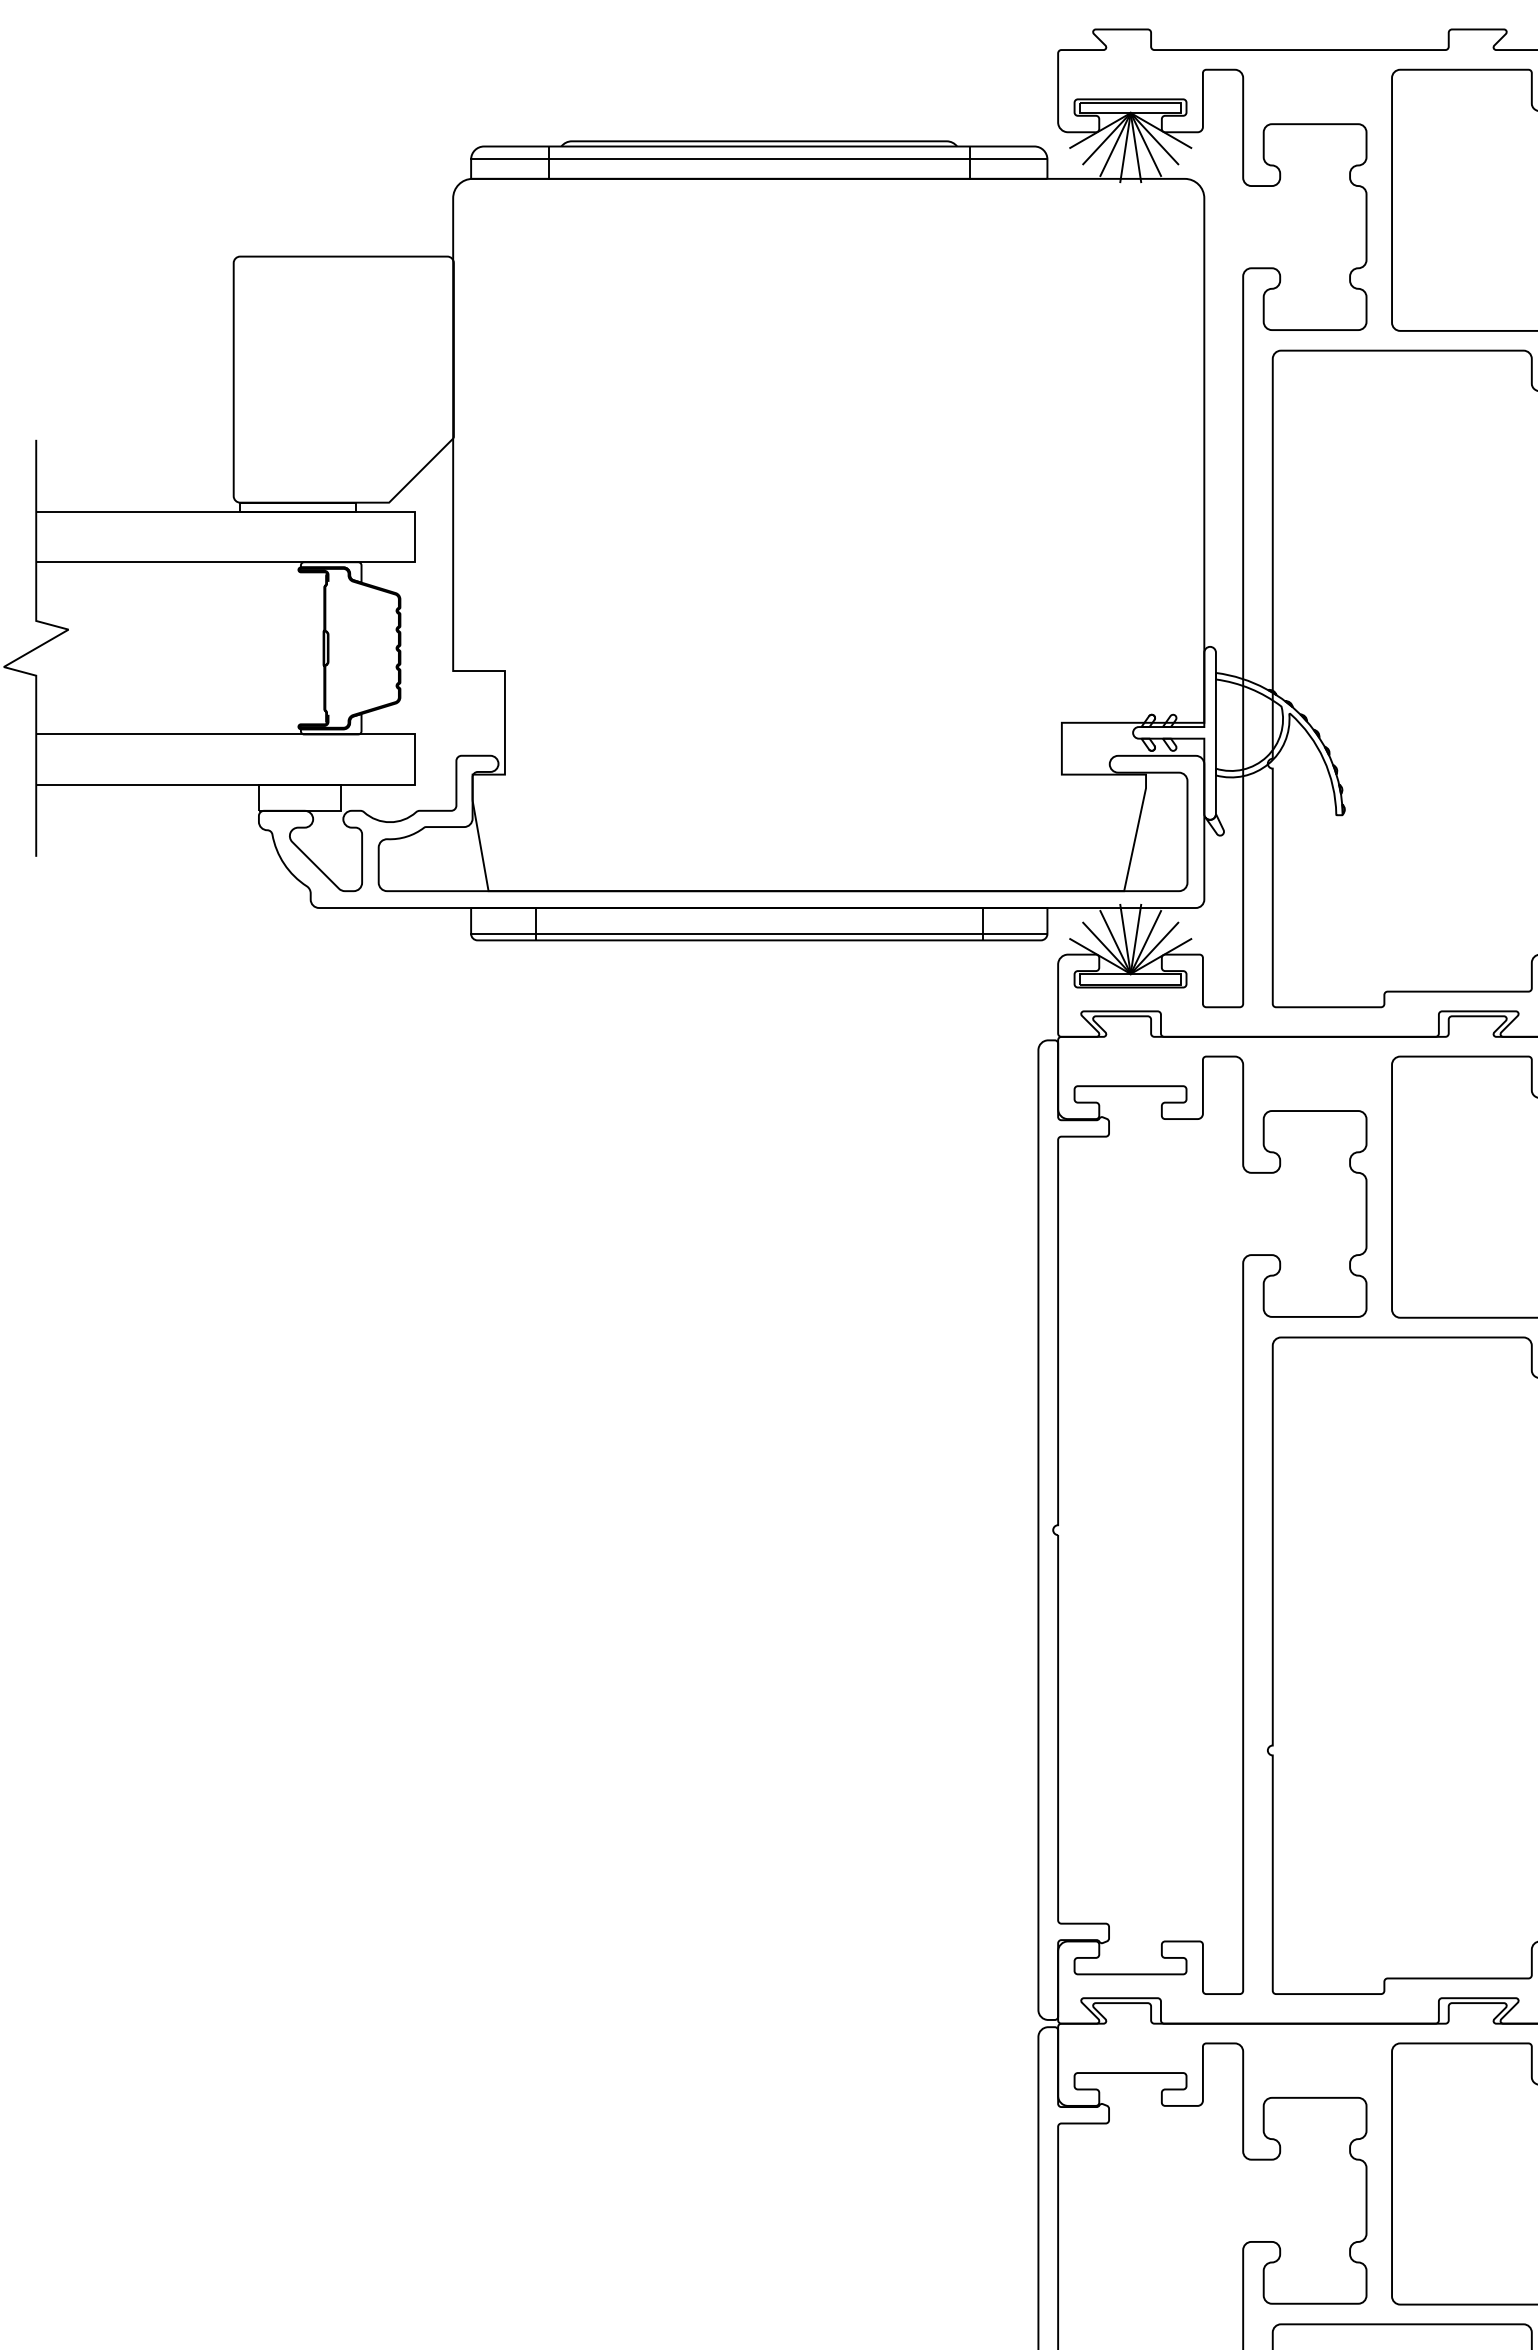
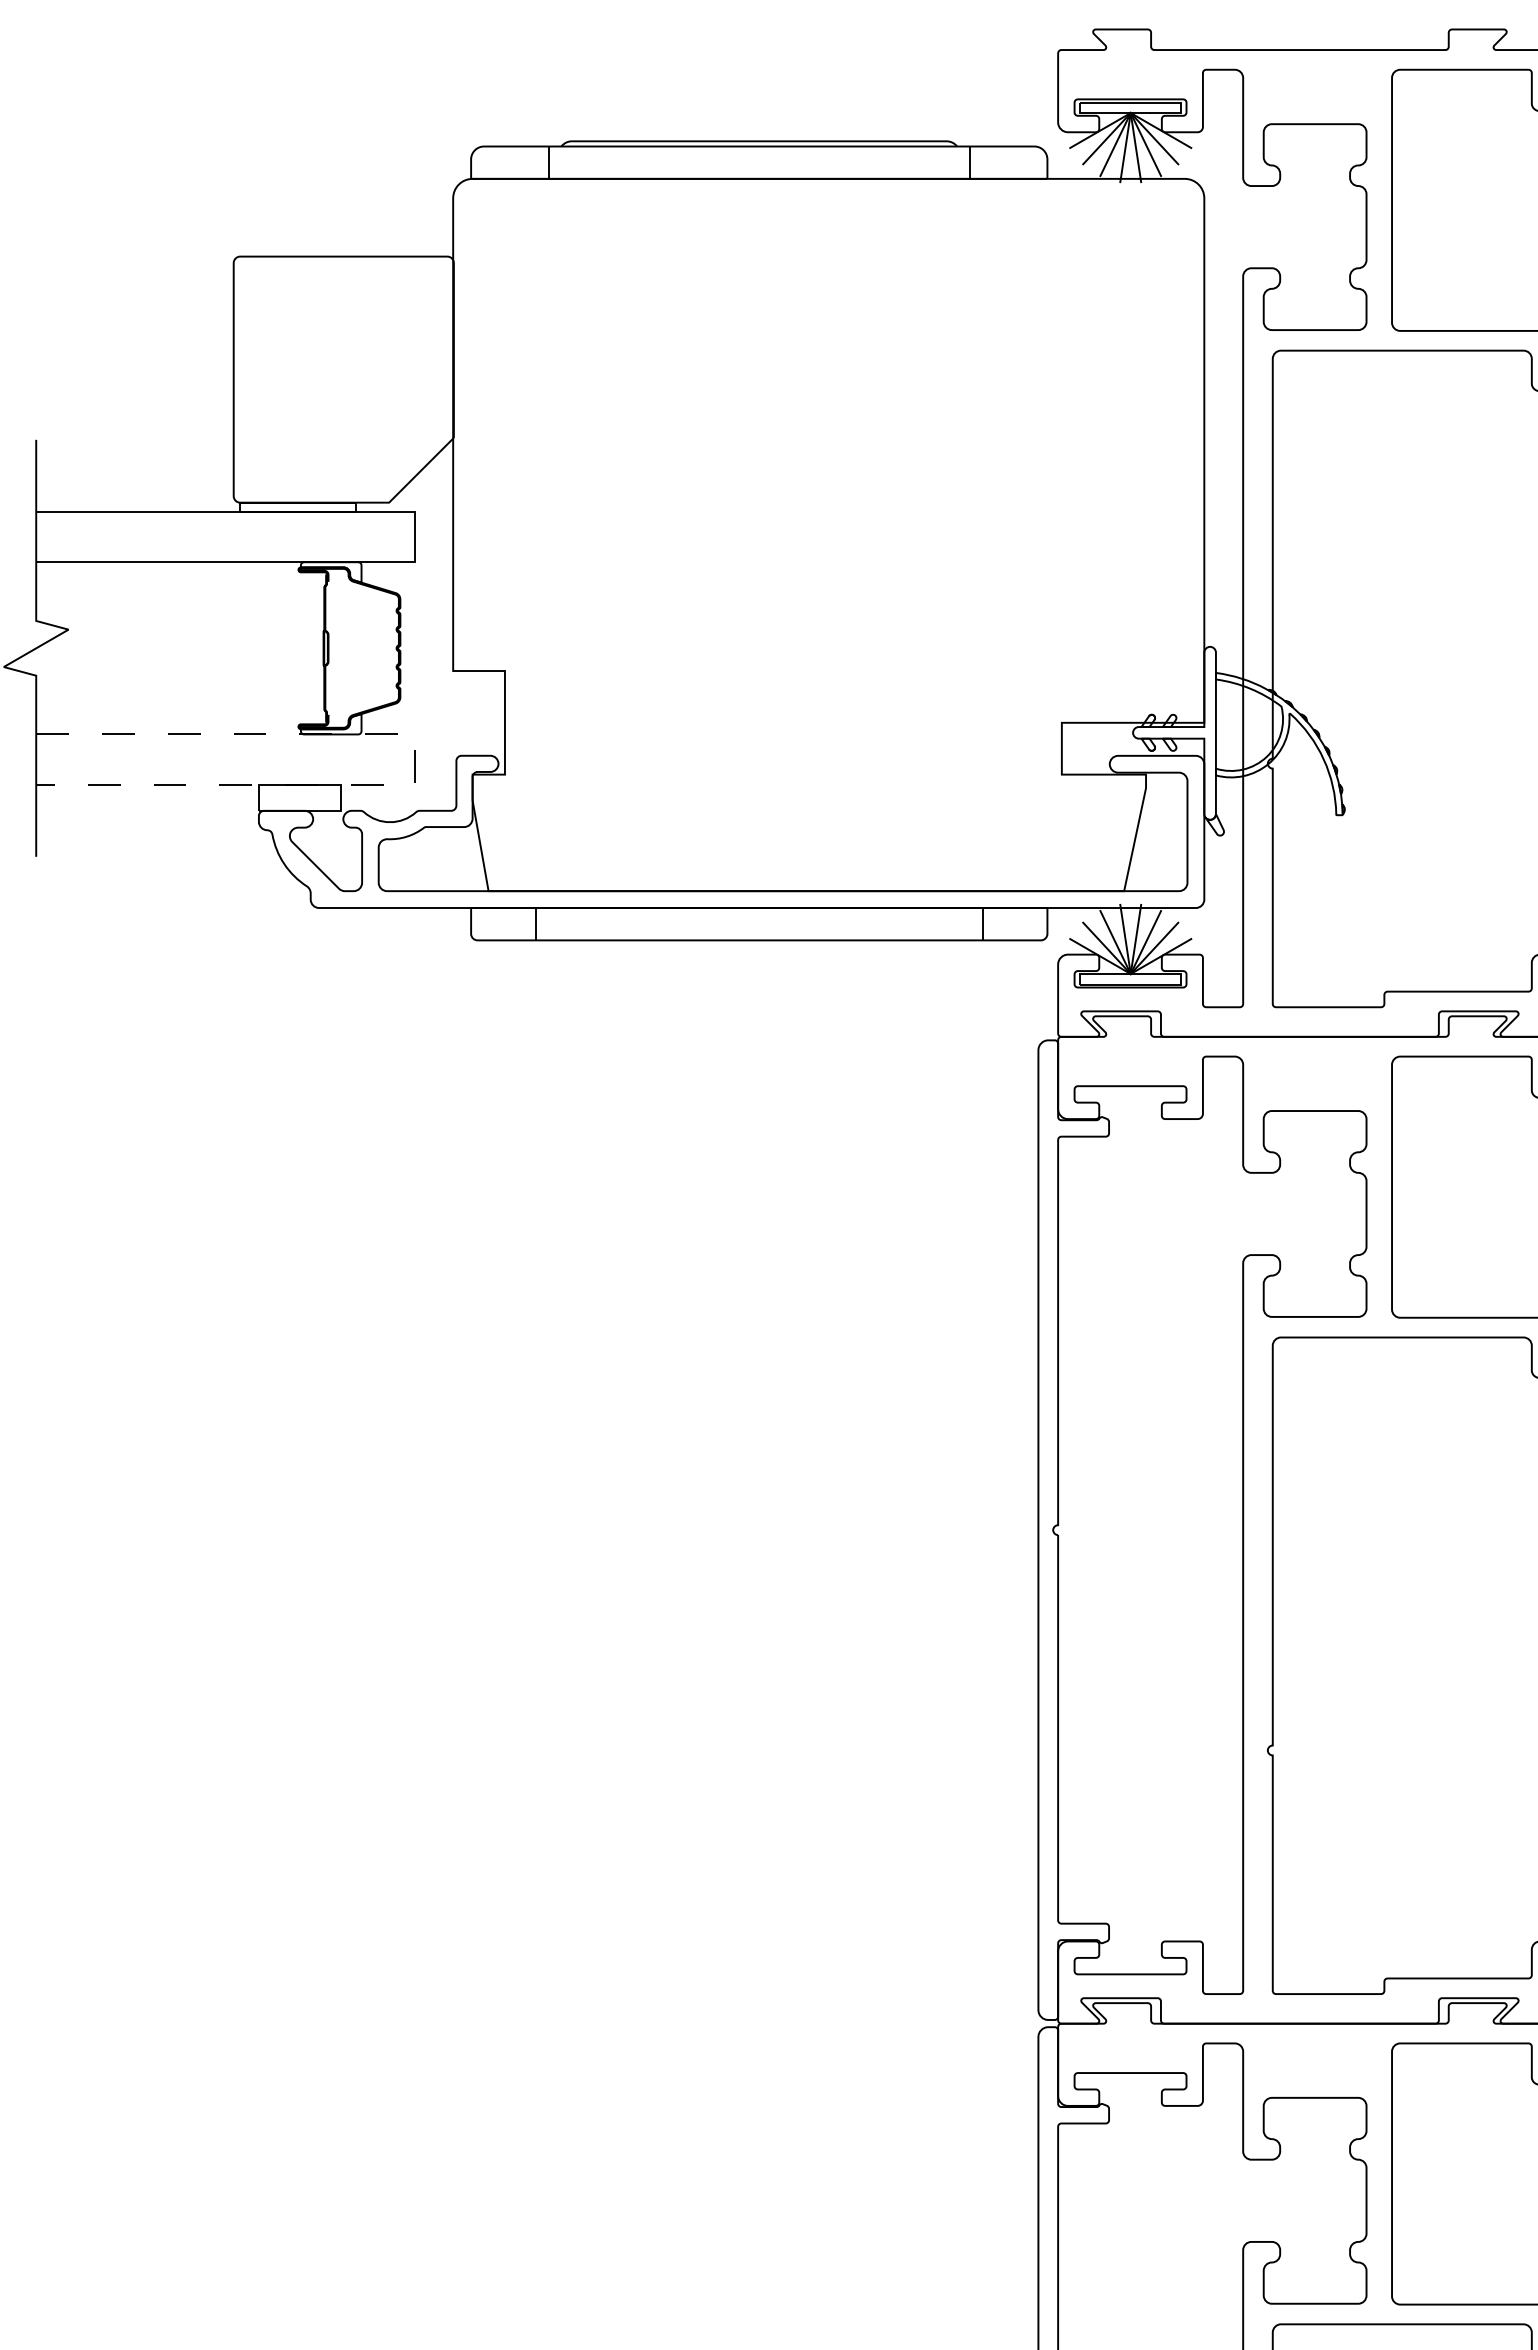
line at (759, 159): present -> none
line at (415, 760): solid -> dashed
line at (759, 933): present -> none
